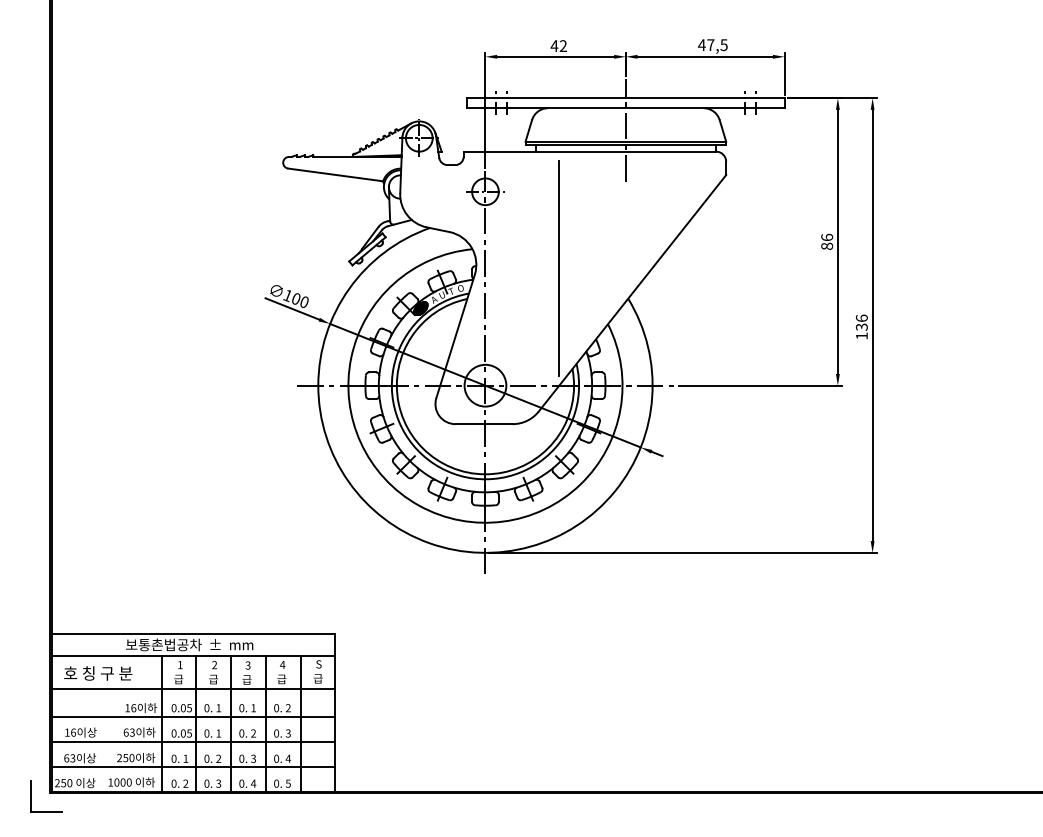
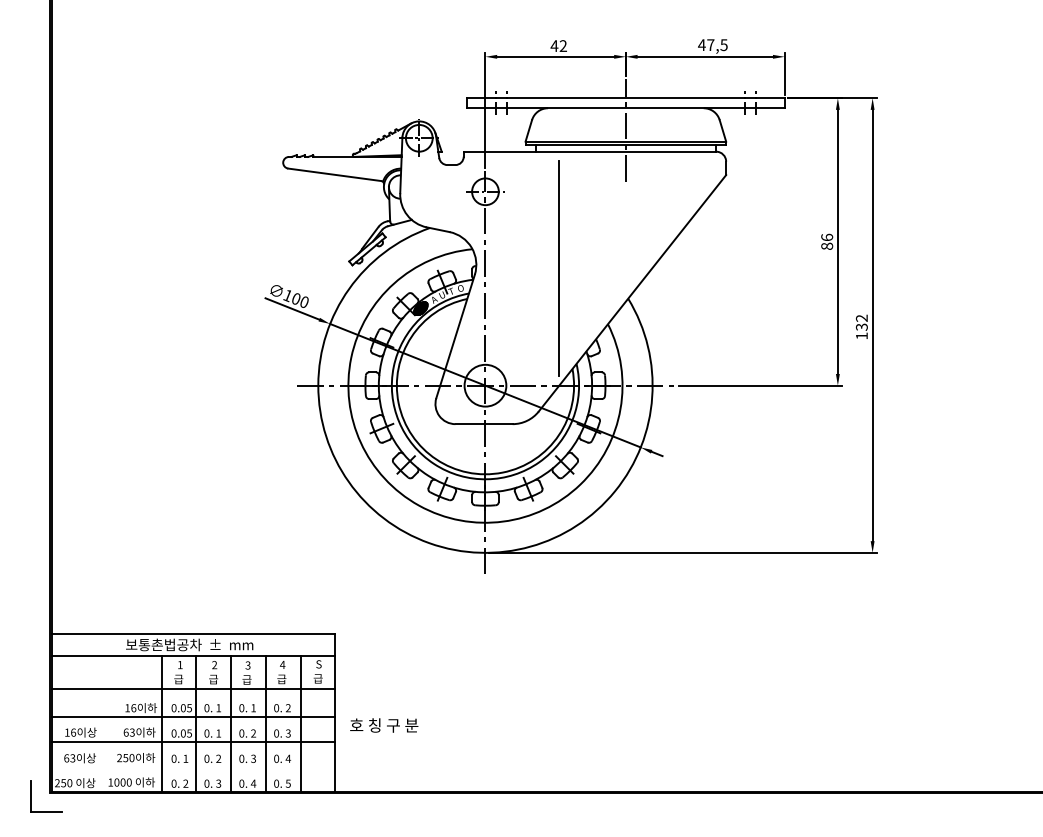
text at (861, 317): 136 -> 132
text at (98, 673) position: (98, 673) -> (384, 725)
line at (193, 766): present -> none
